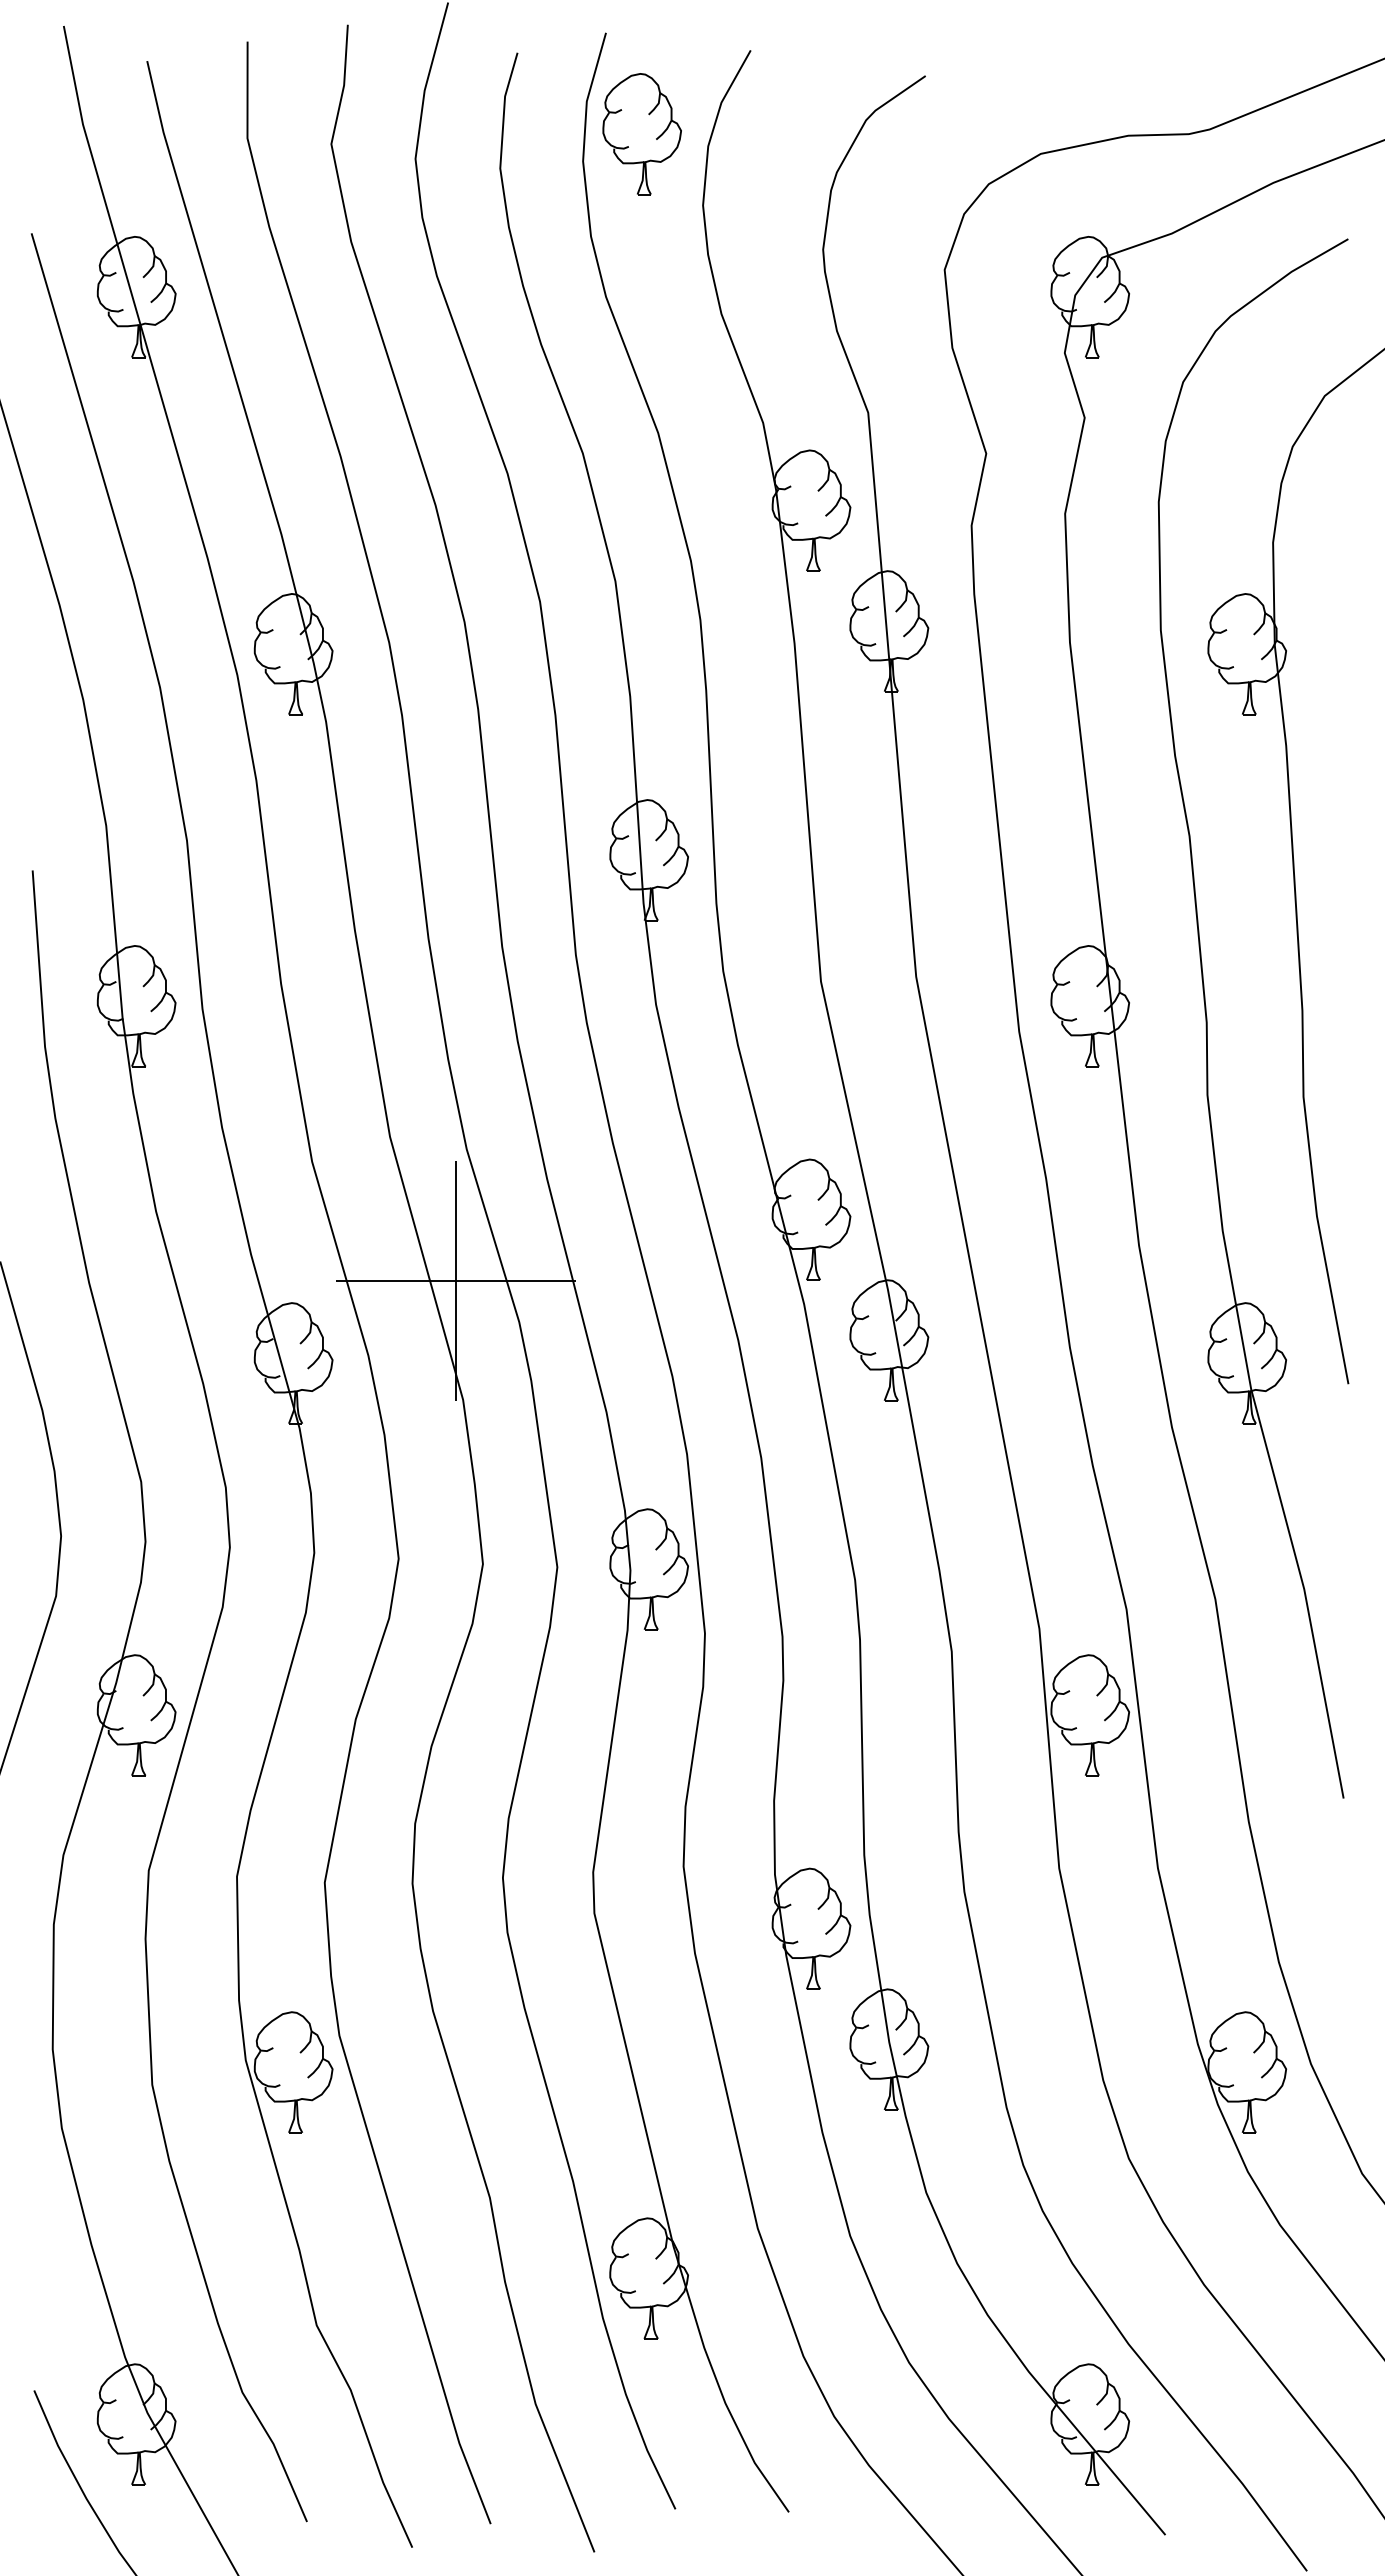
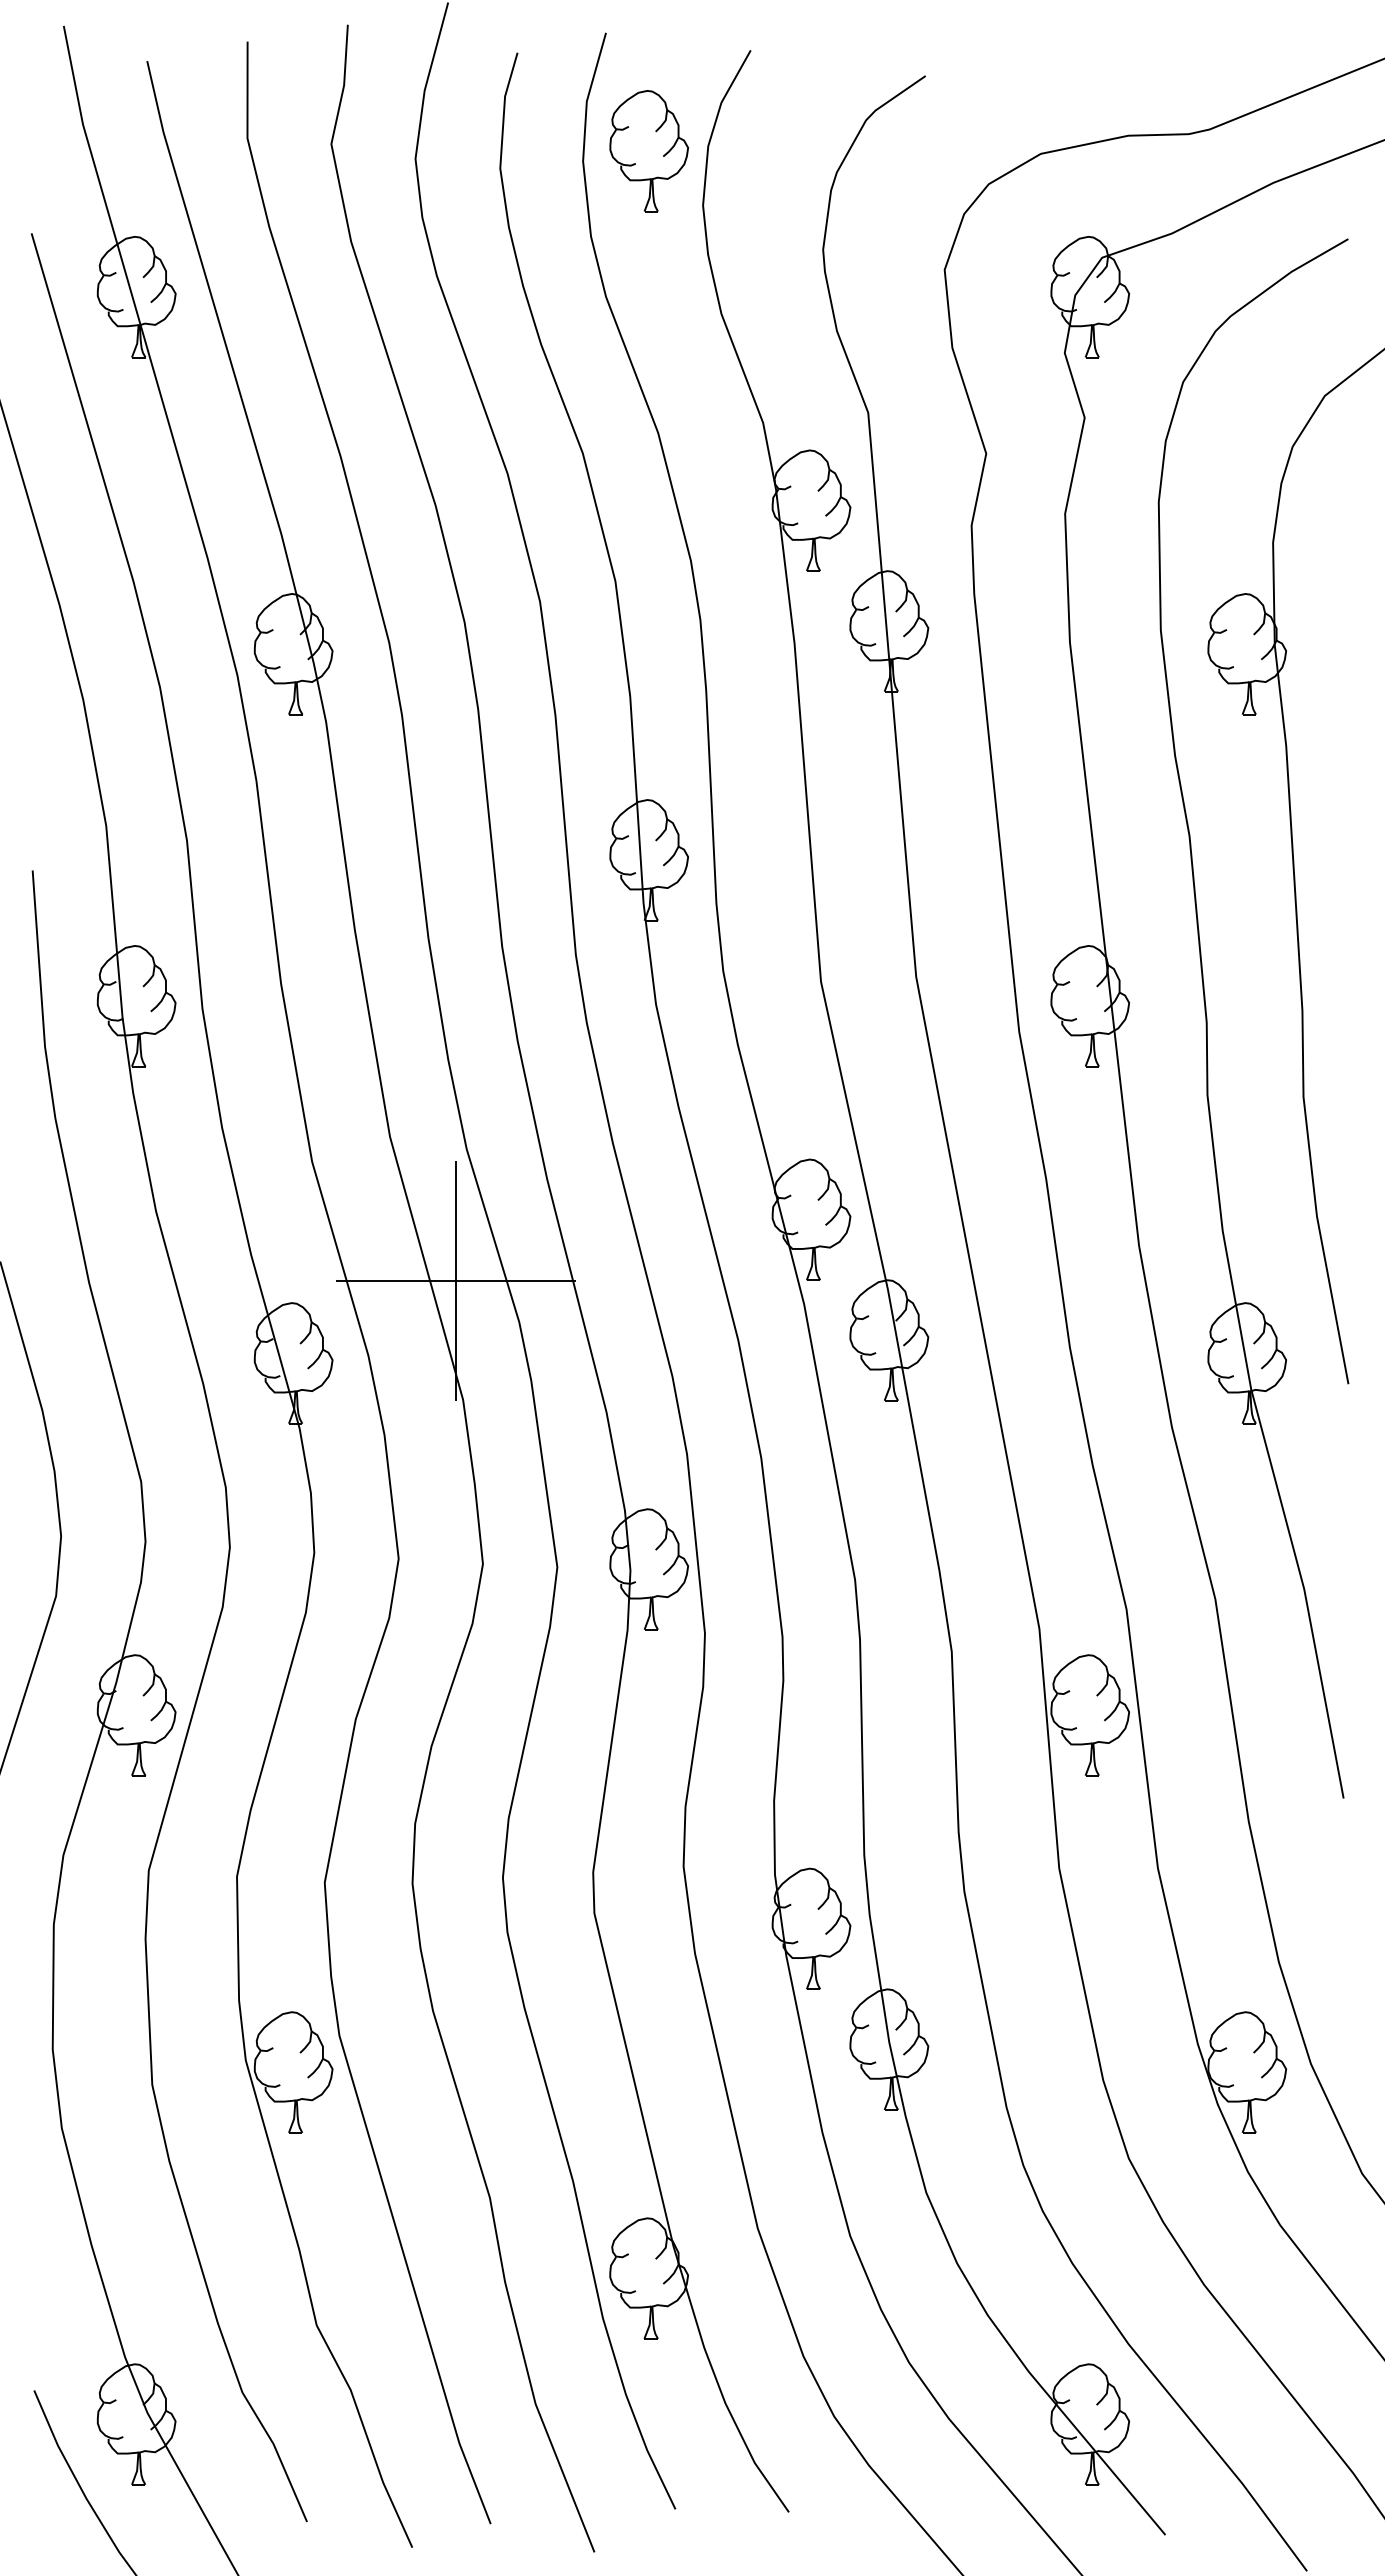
part at (641, 134) position: (641, 134) -> (648, 151)
